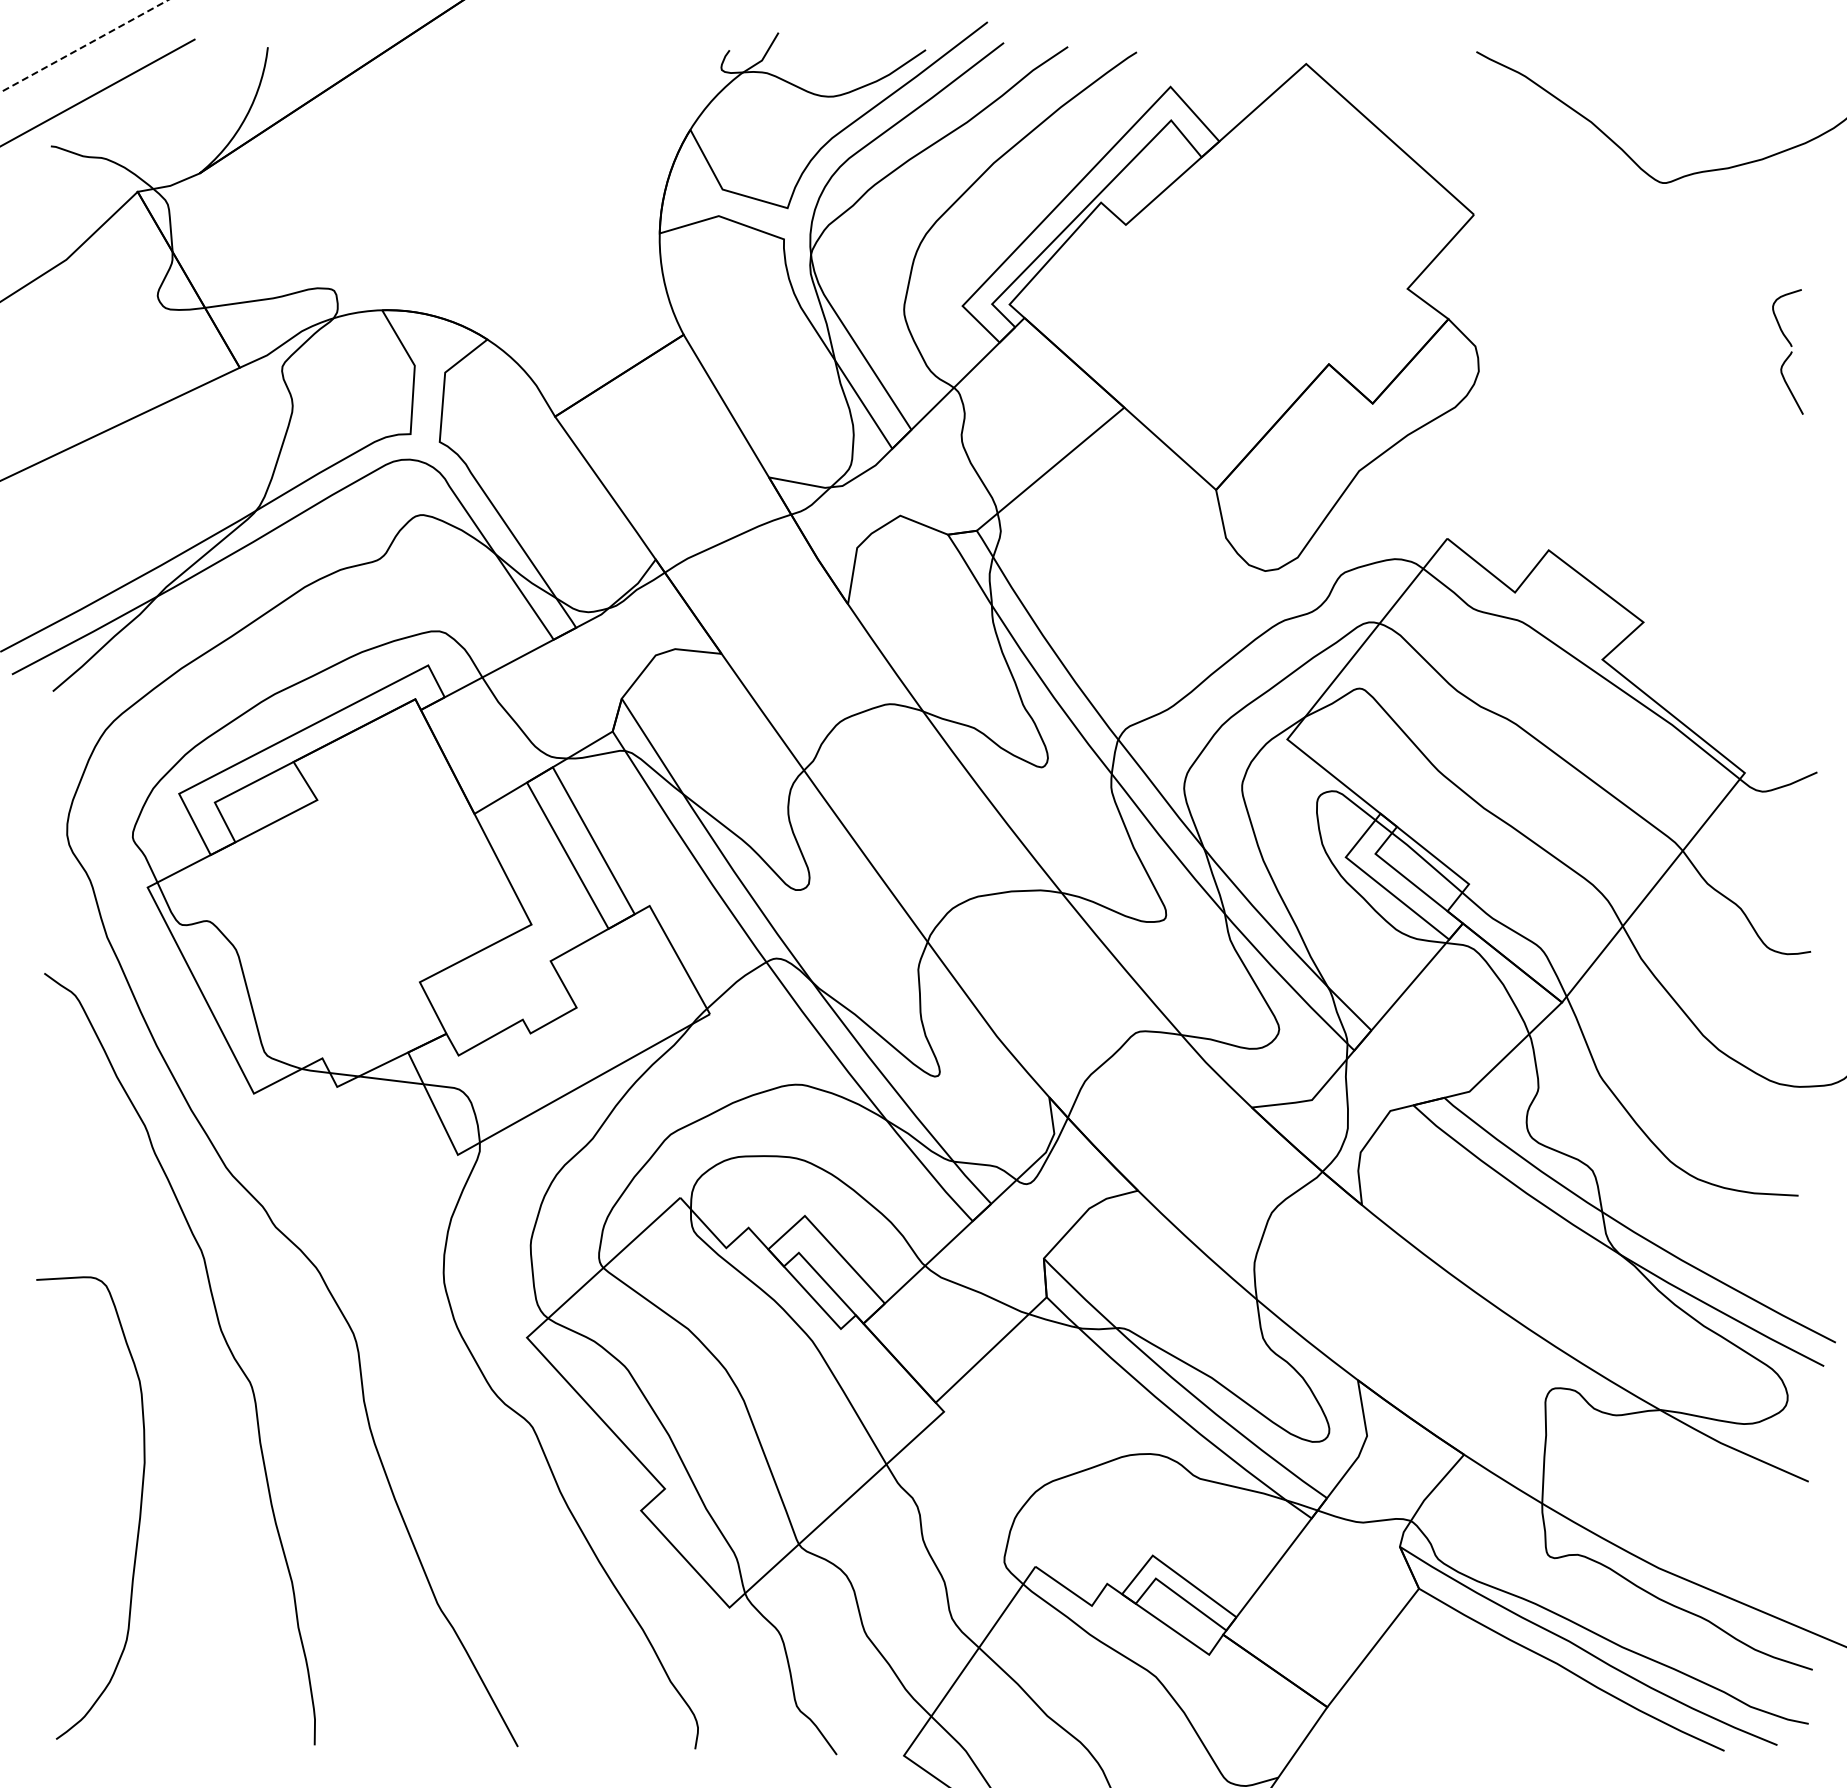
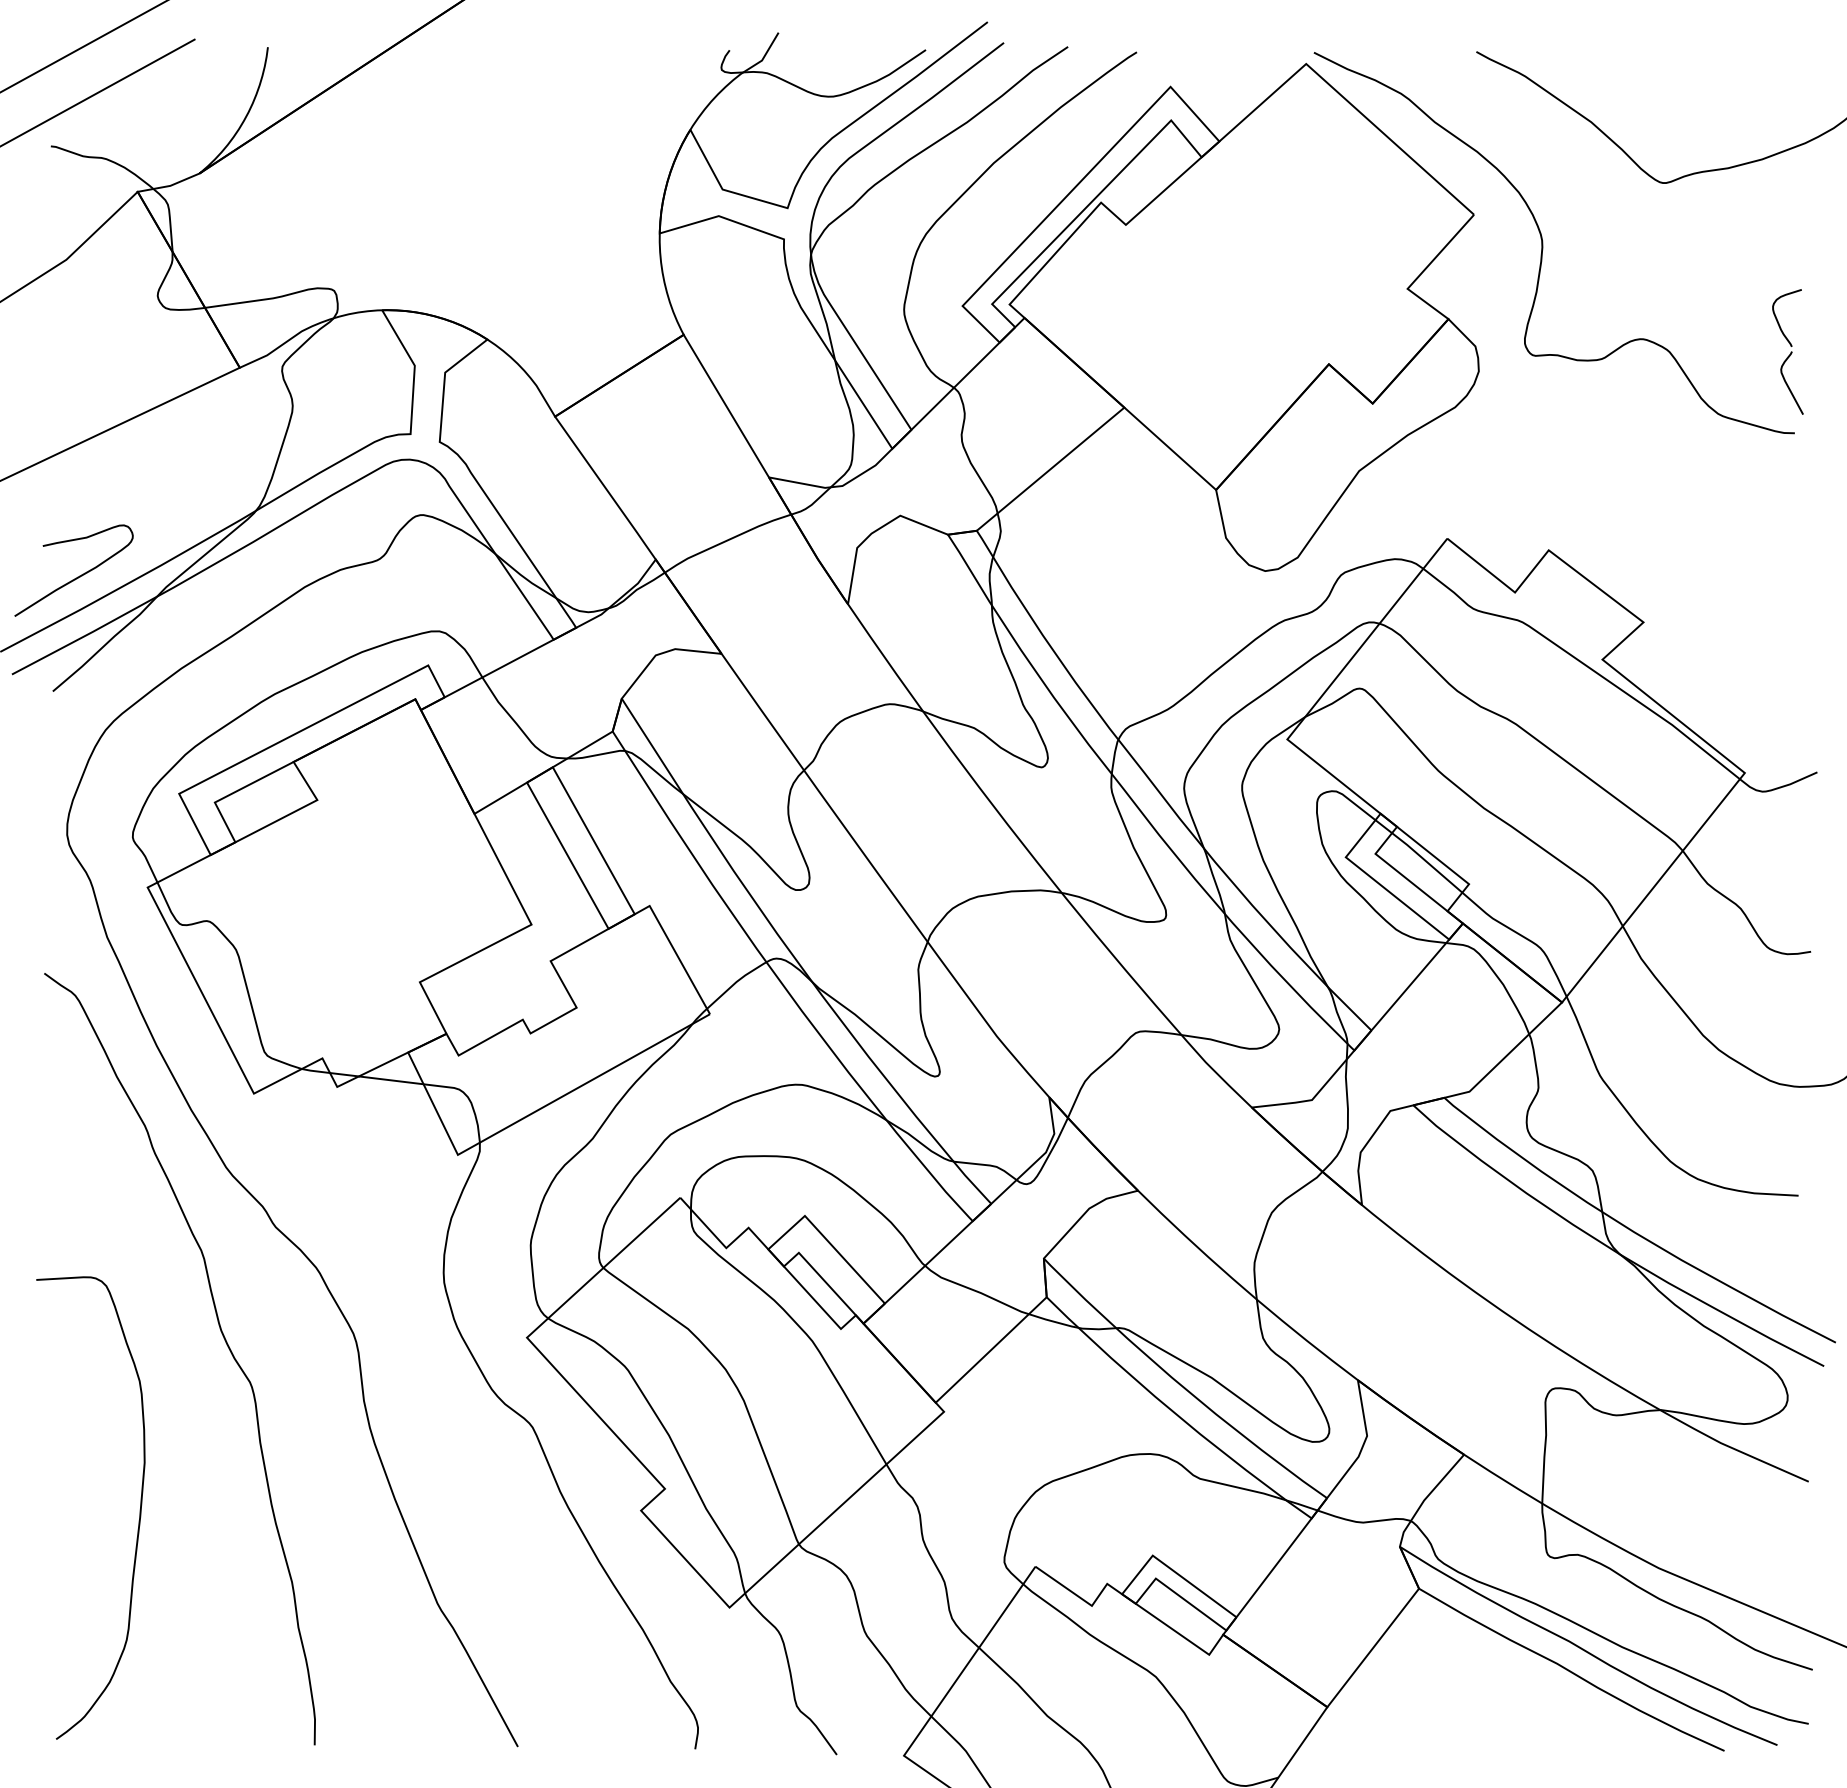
line at (84, 46): dashed -> solid
curve at (1543, 243): none -> present
curve at (77, 576): none -> present
